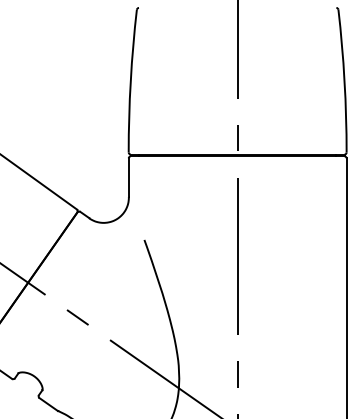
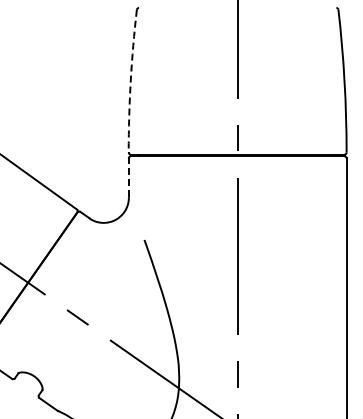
arc at (130, 81): solid -> dashed
line at (128, 177): solid -> dashed
